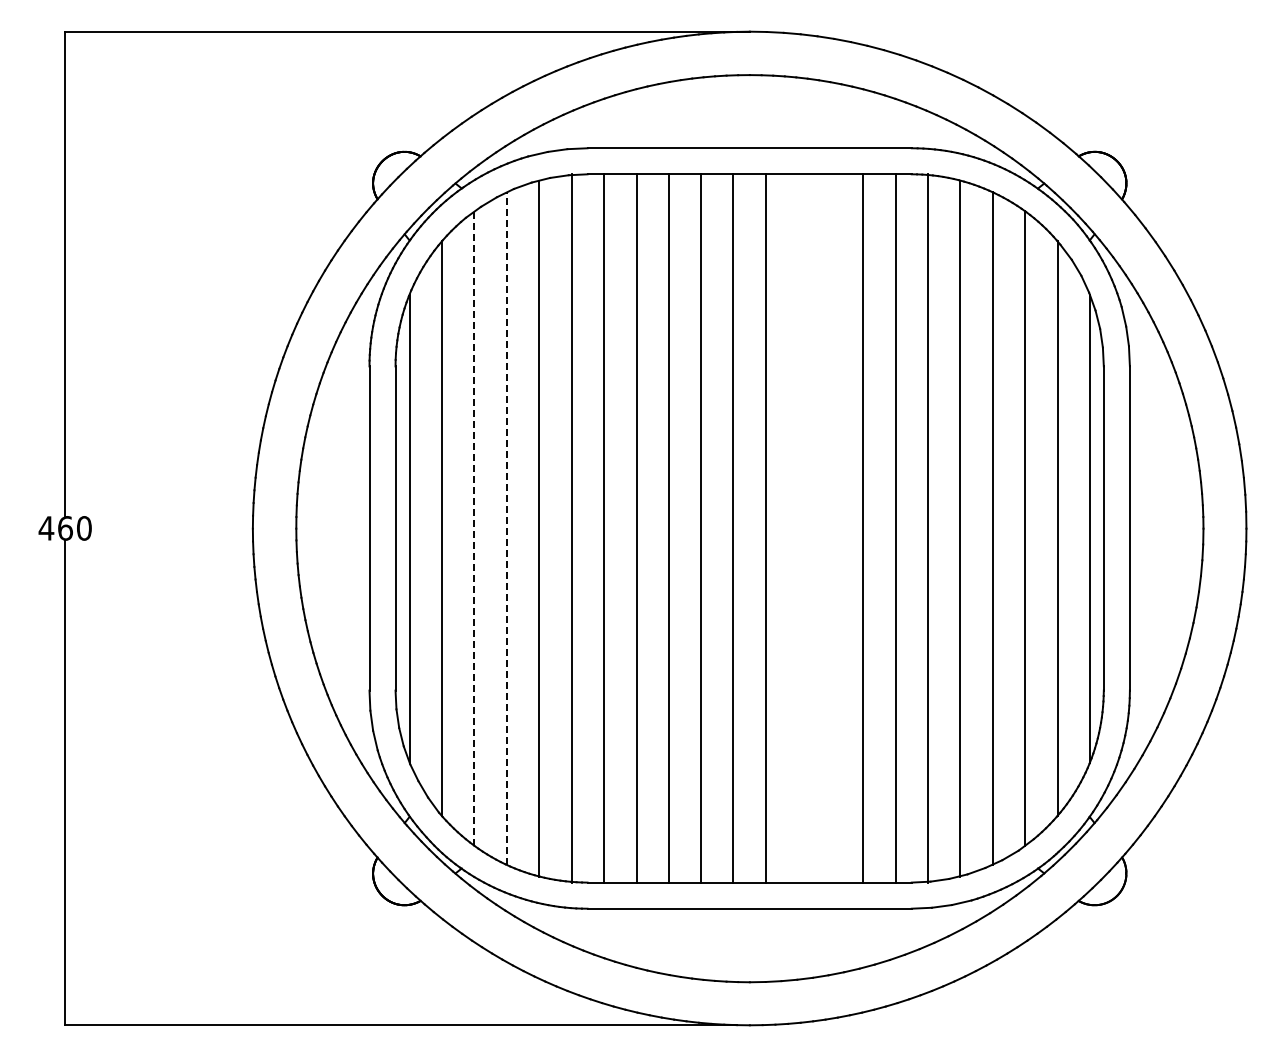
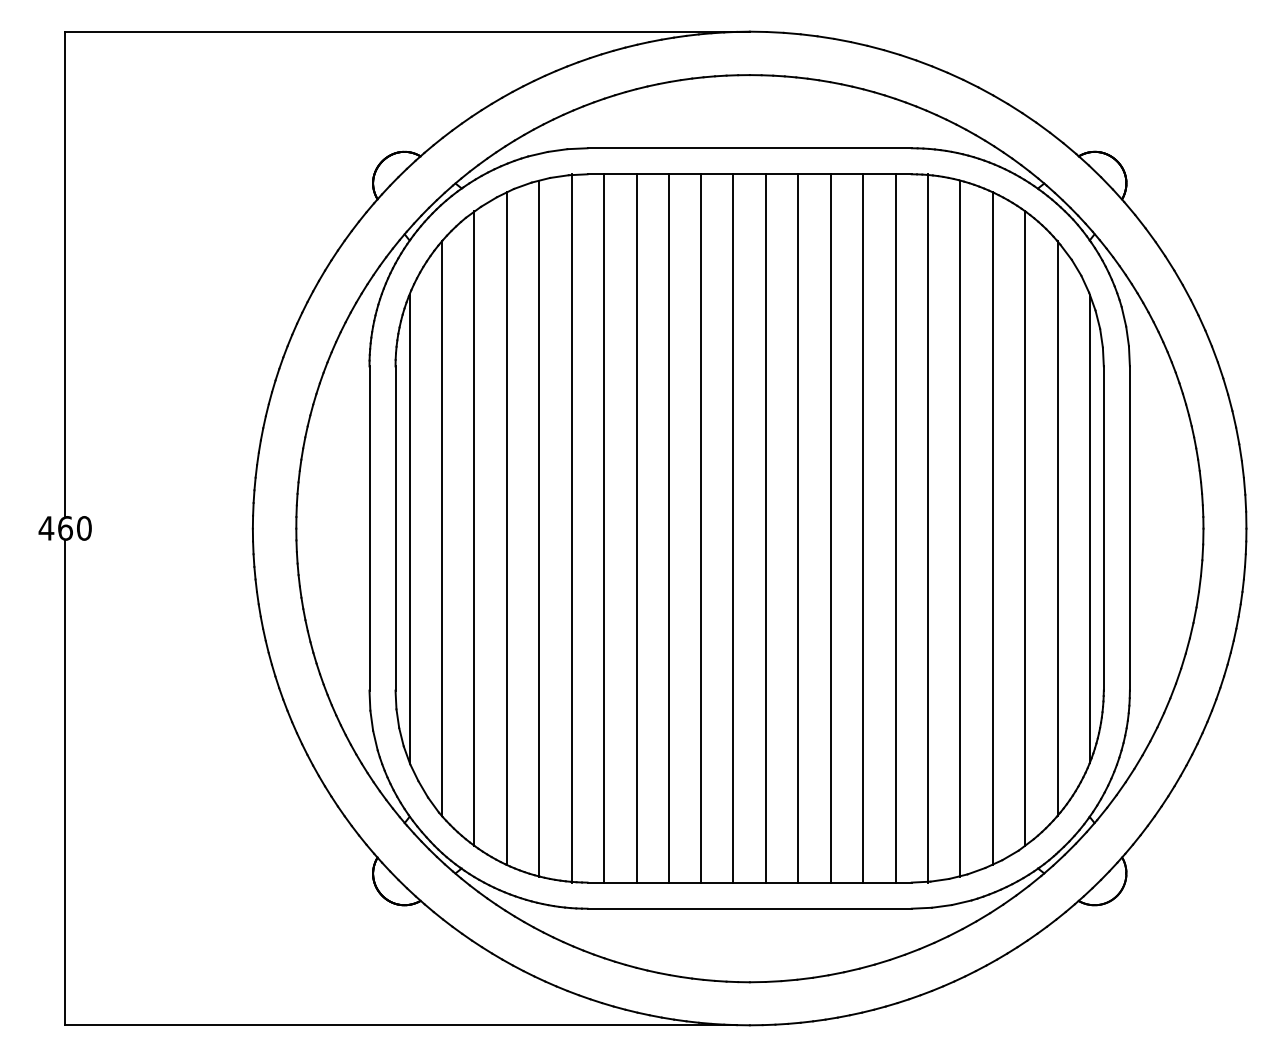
line at (506, 527): dashed -> solid
line at (474, 528): dashed -> solid
line at (798, 528): none -> present
line at (830, 528): none -> present
